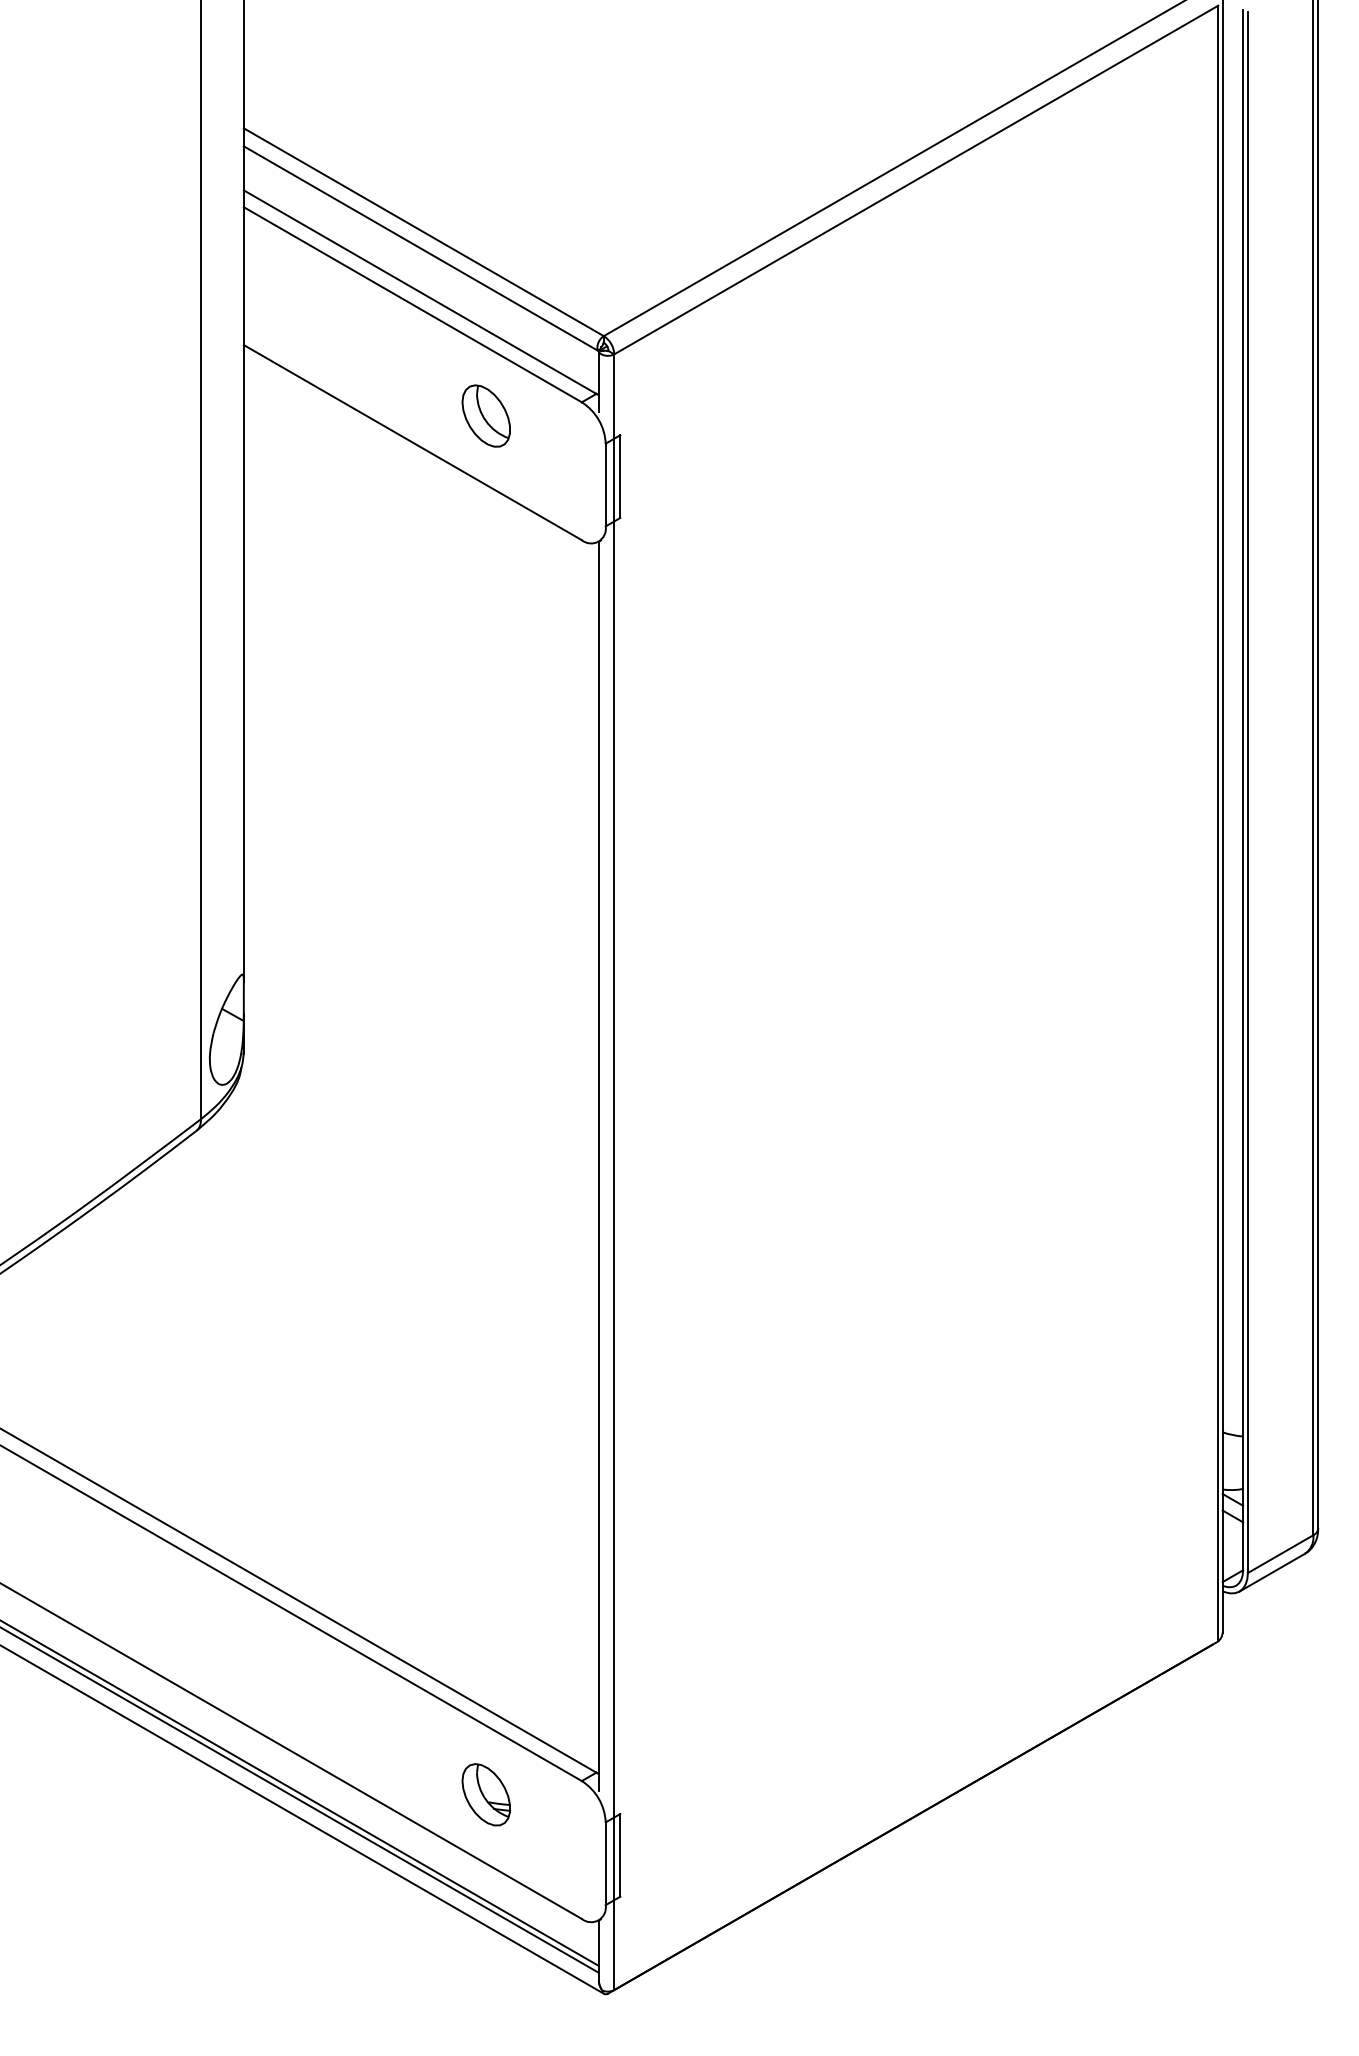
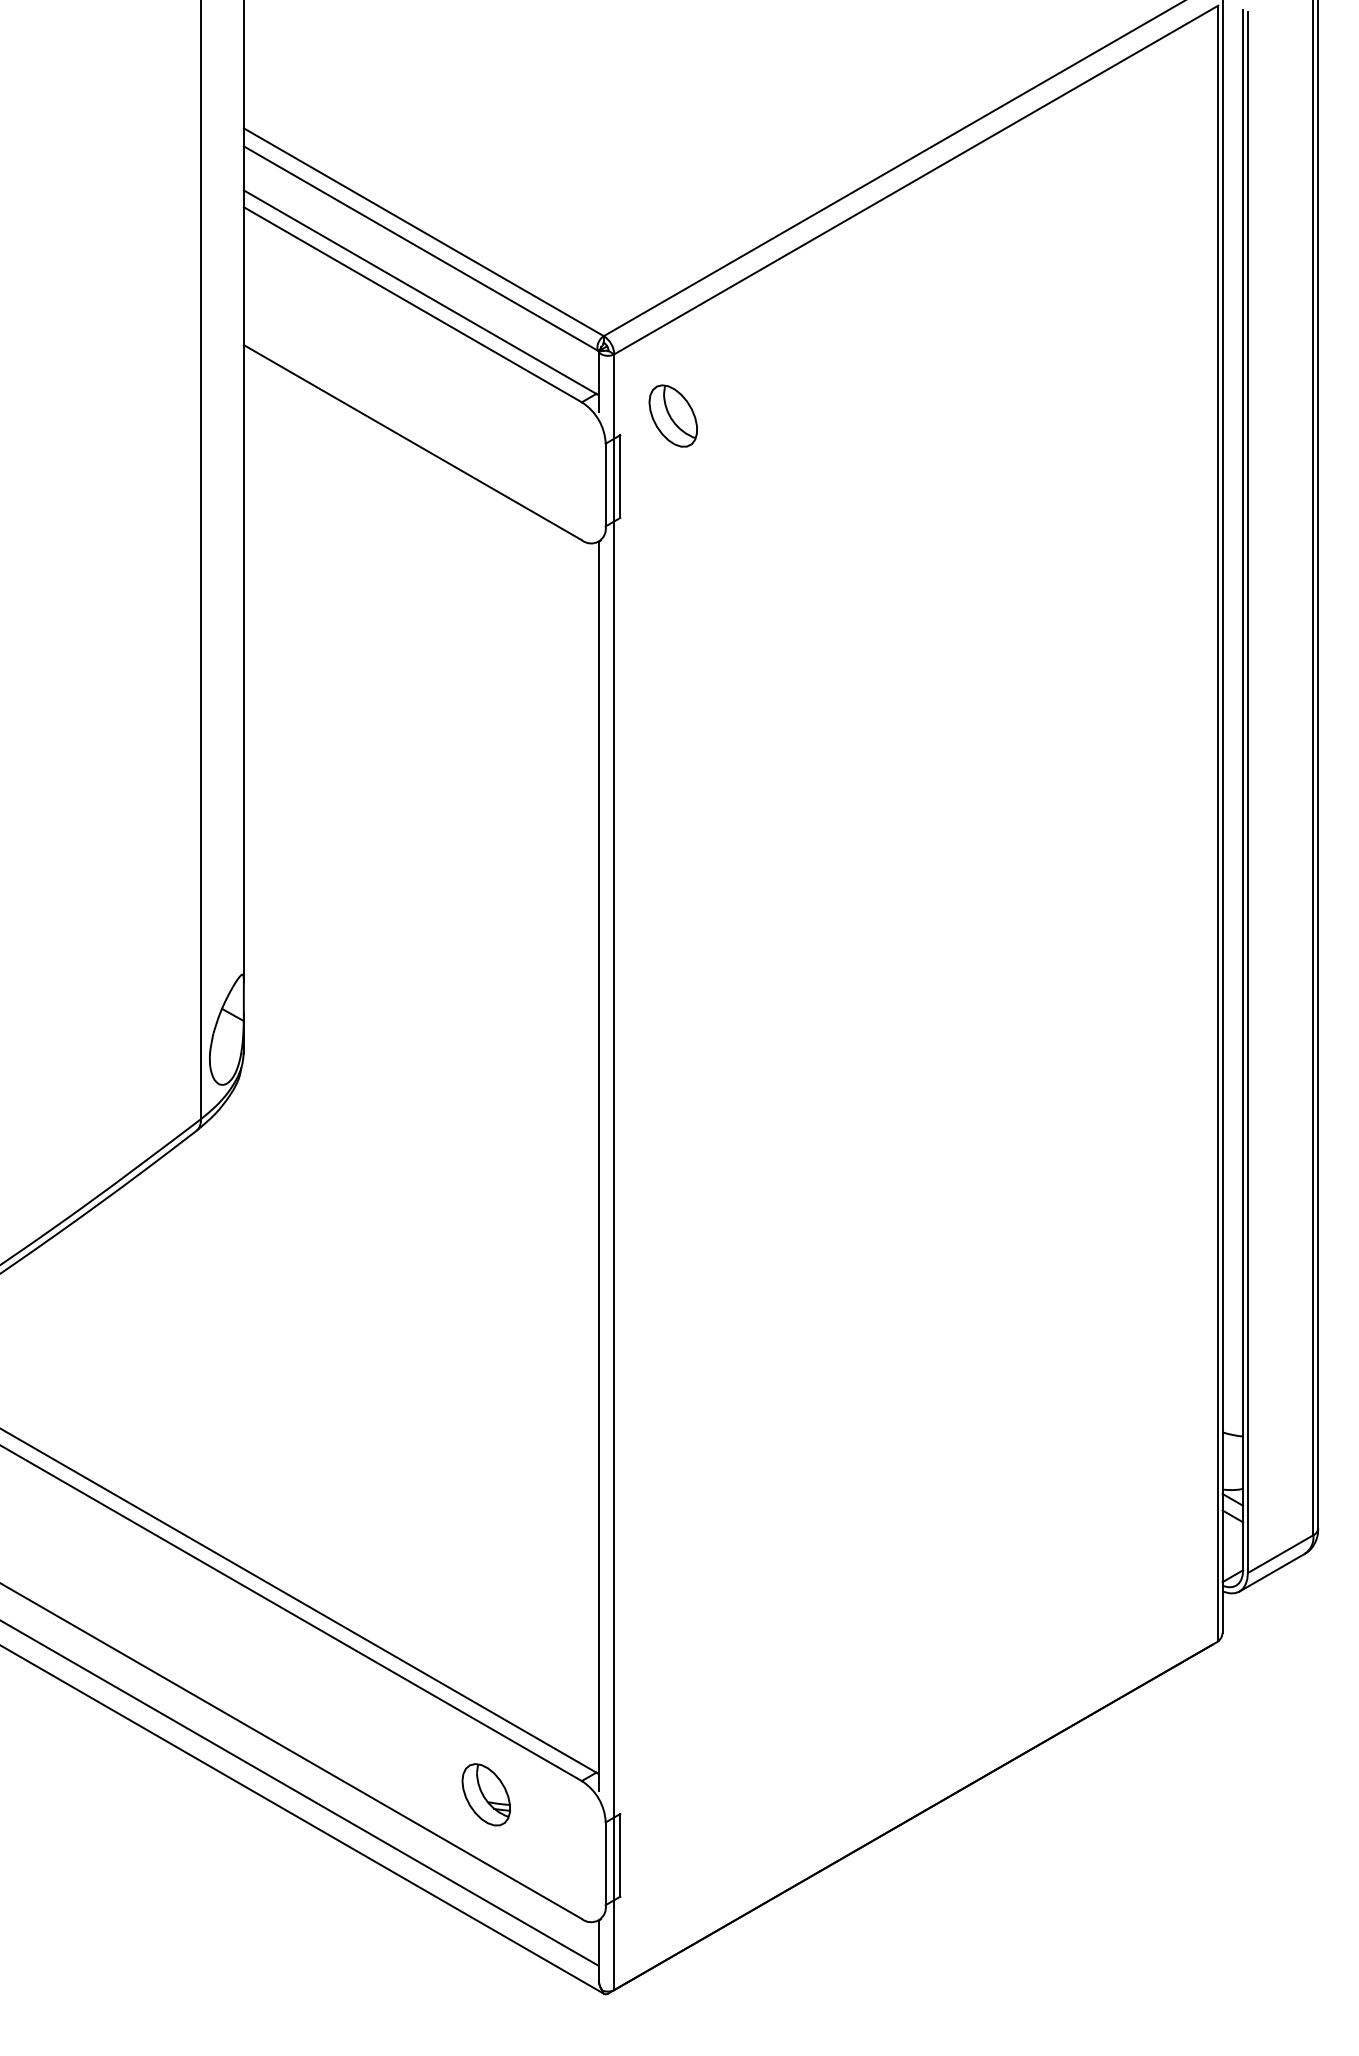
part at (485, 415) position: (485, 415) -> (672, 415)
line at (300, 1800): present -> none
